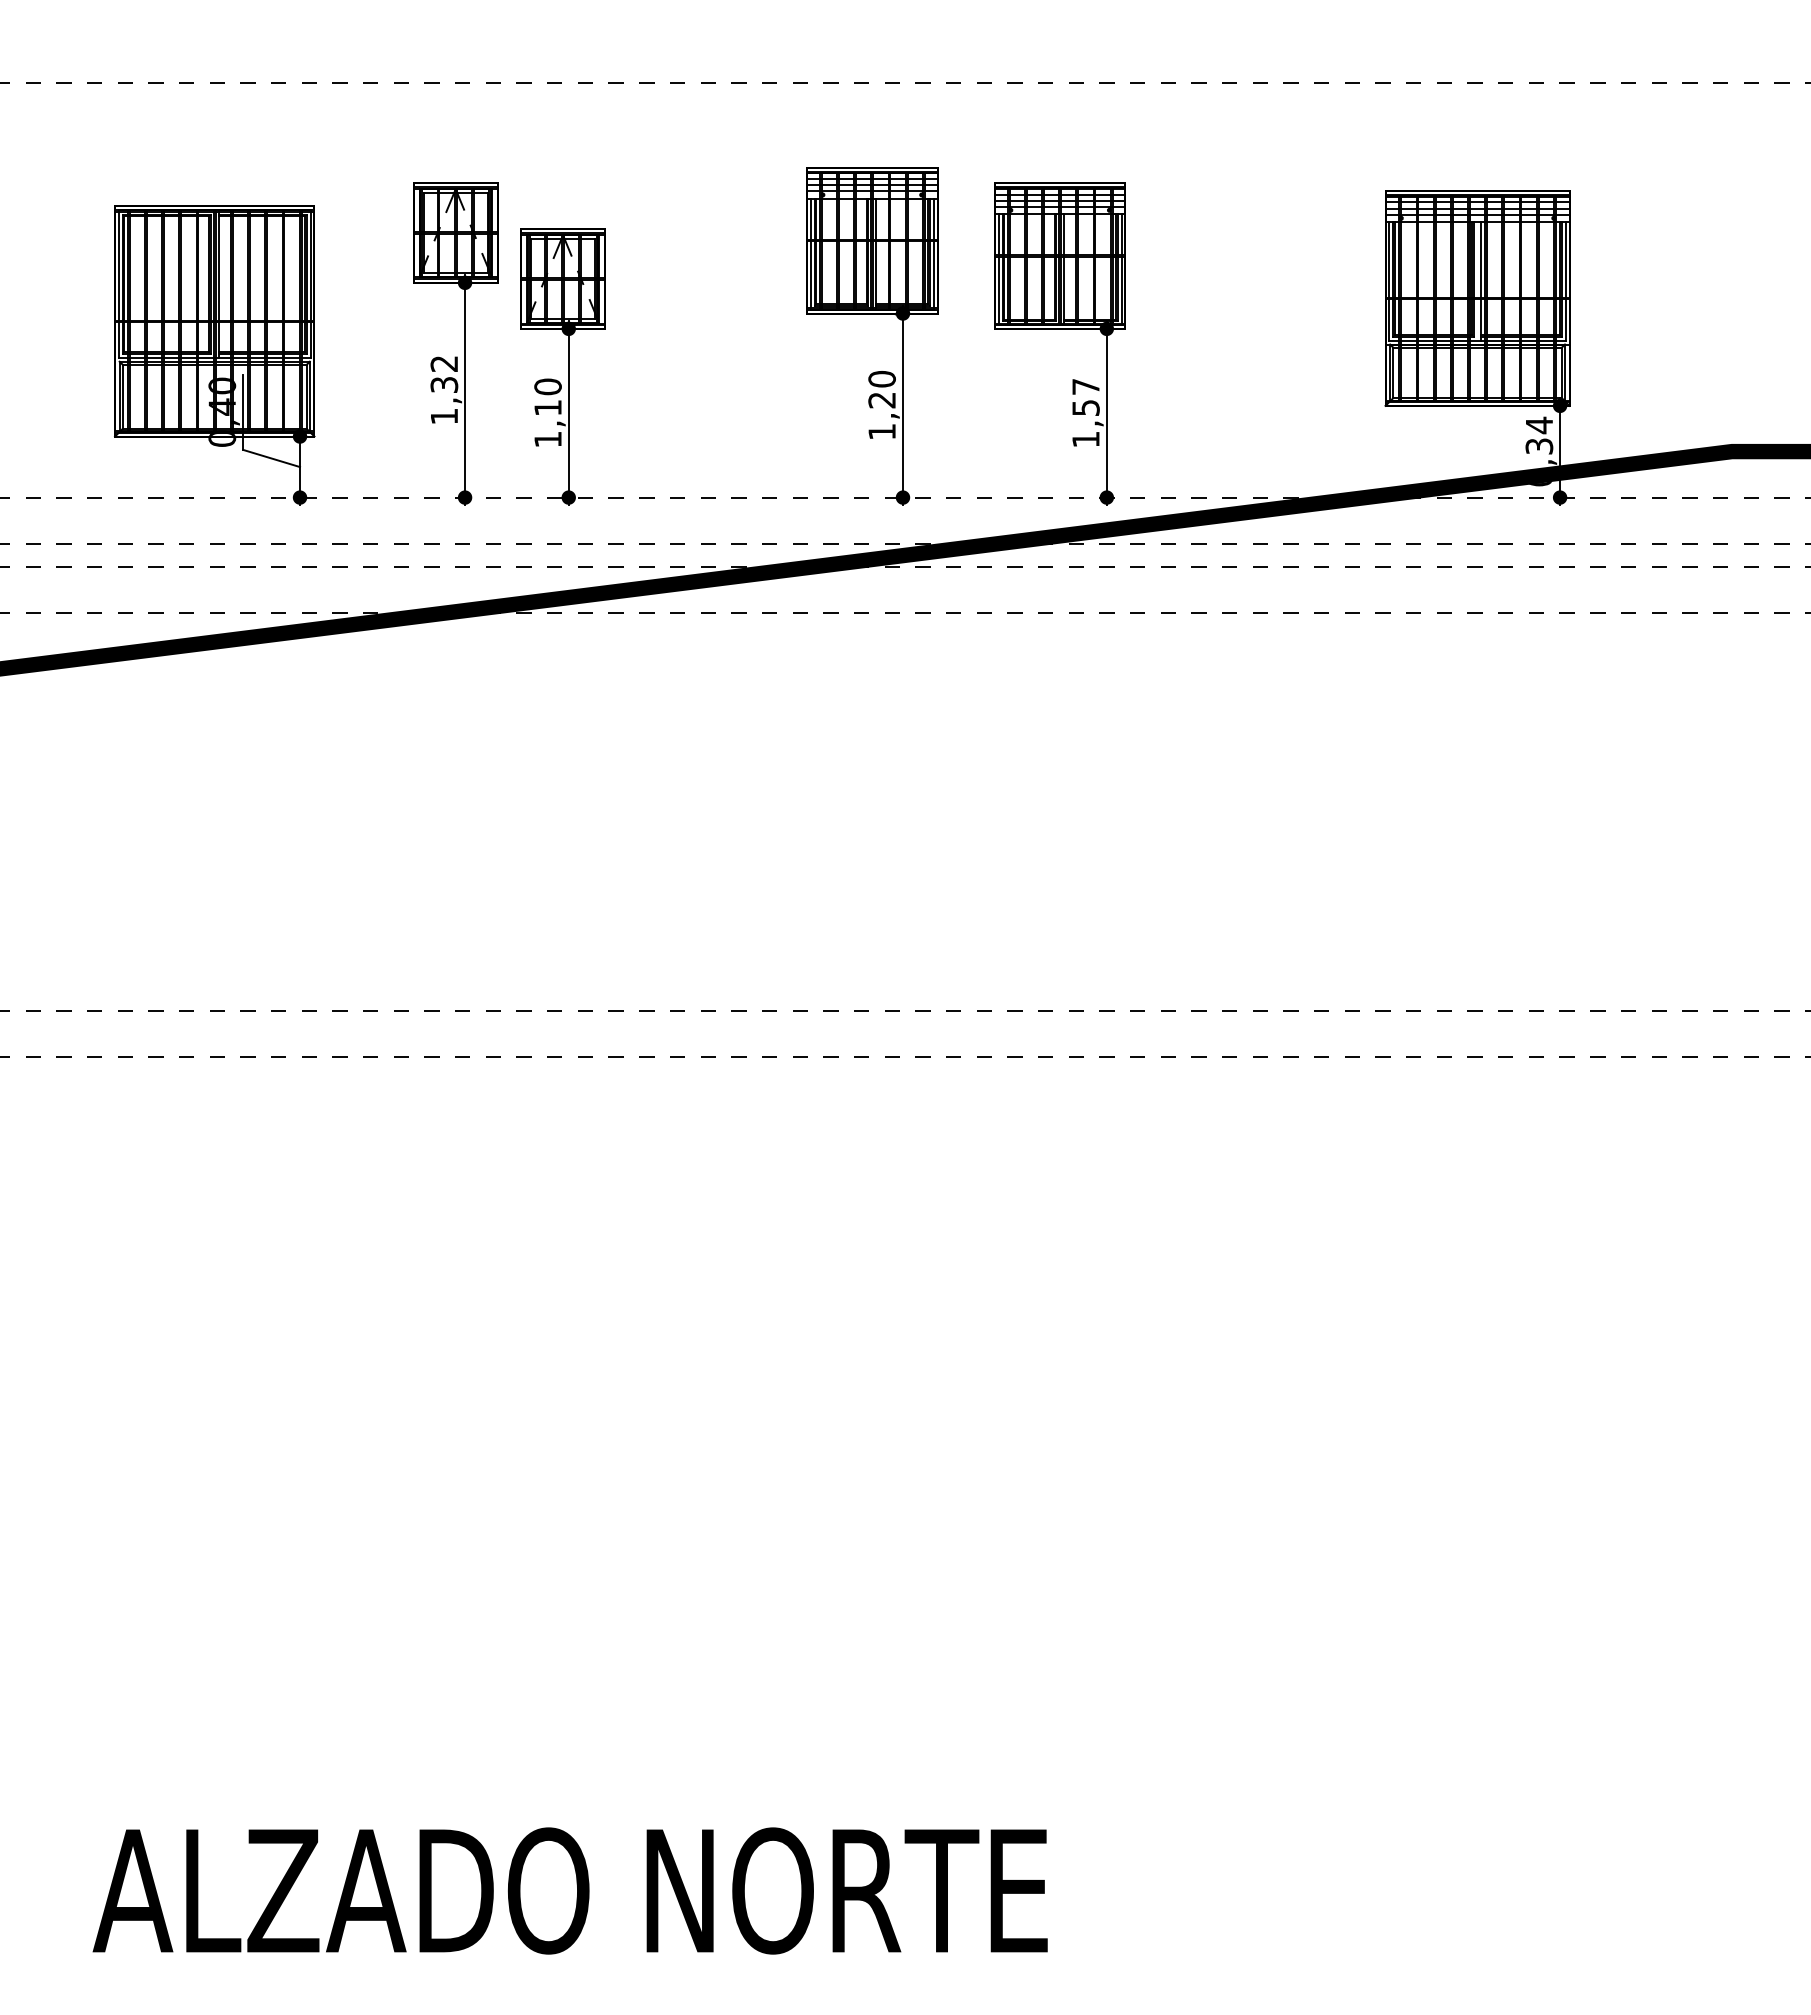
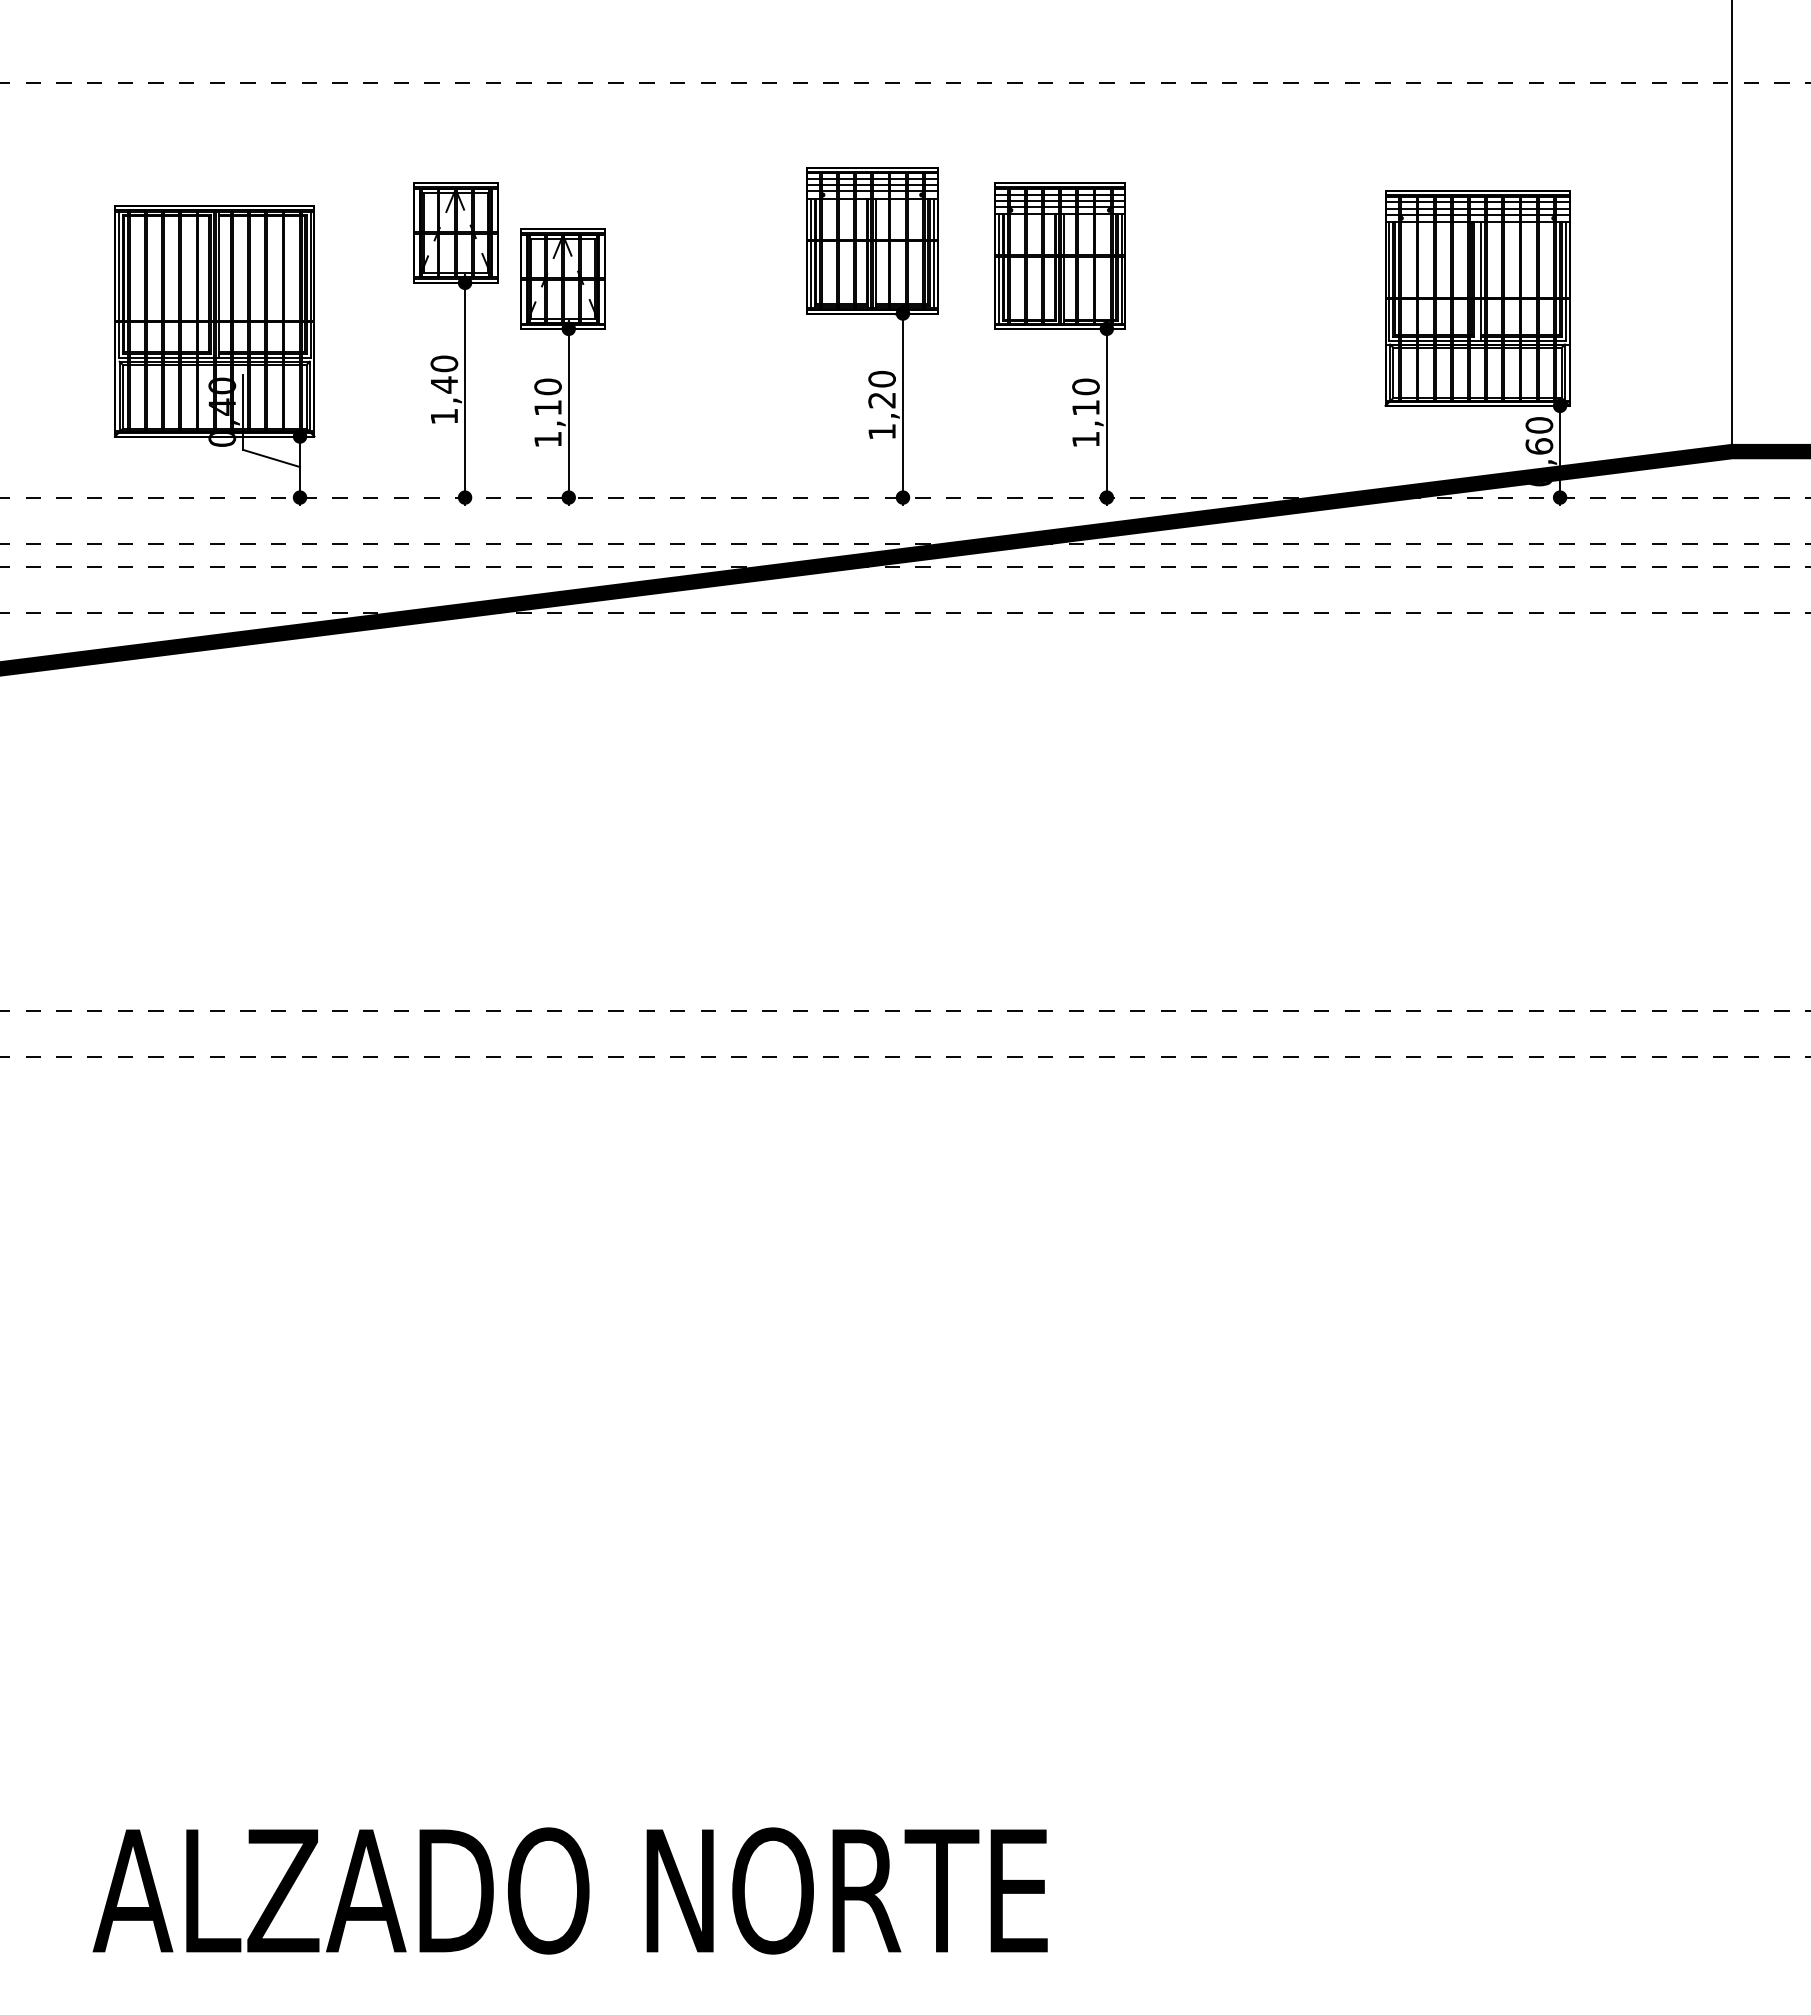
line at (1732, 226): none -> present
text at (444, 374): 1,32 -> 1,40
text at (1085, 396): 1,57 -> 1,10
text at (1539, 435): 0,34 -> 0,60
